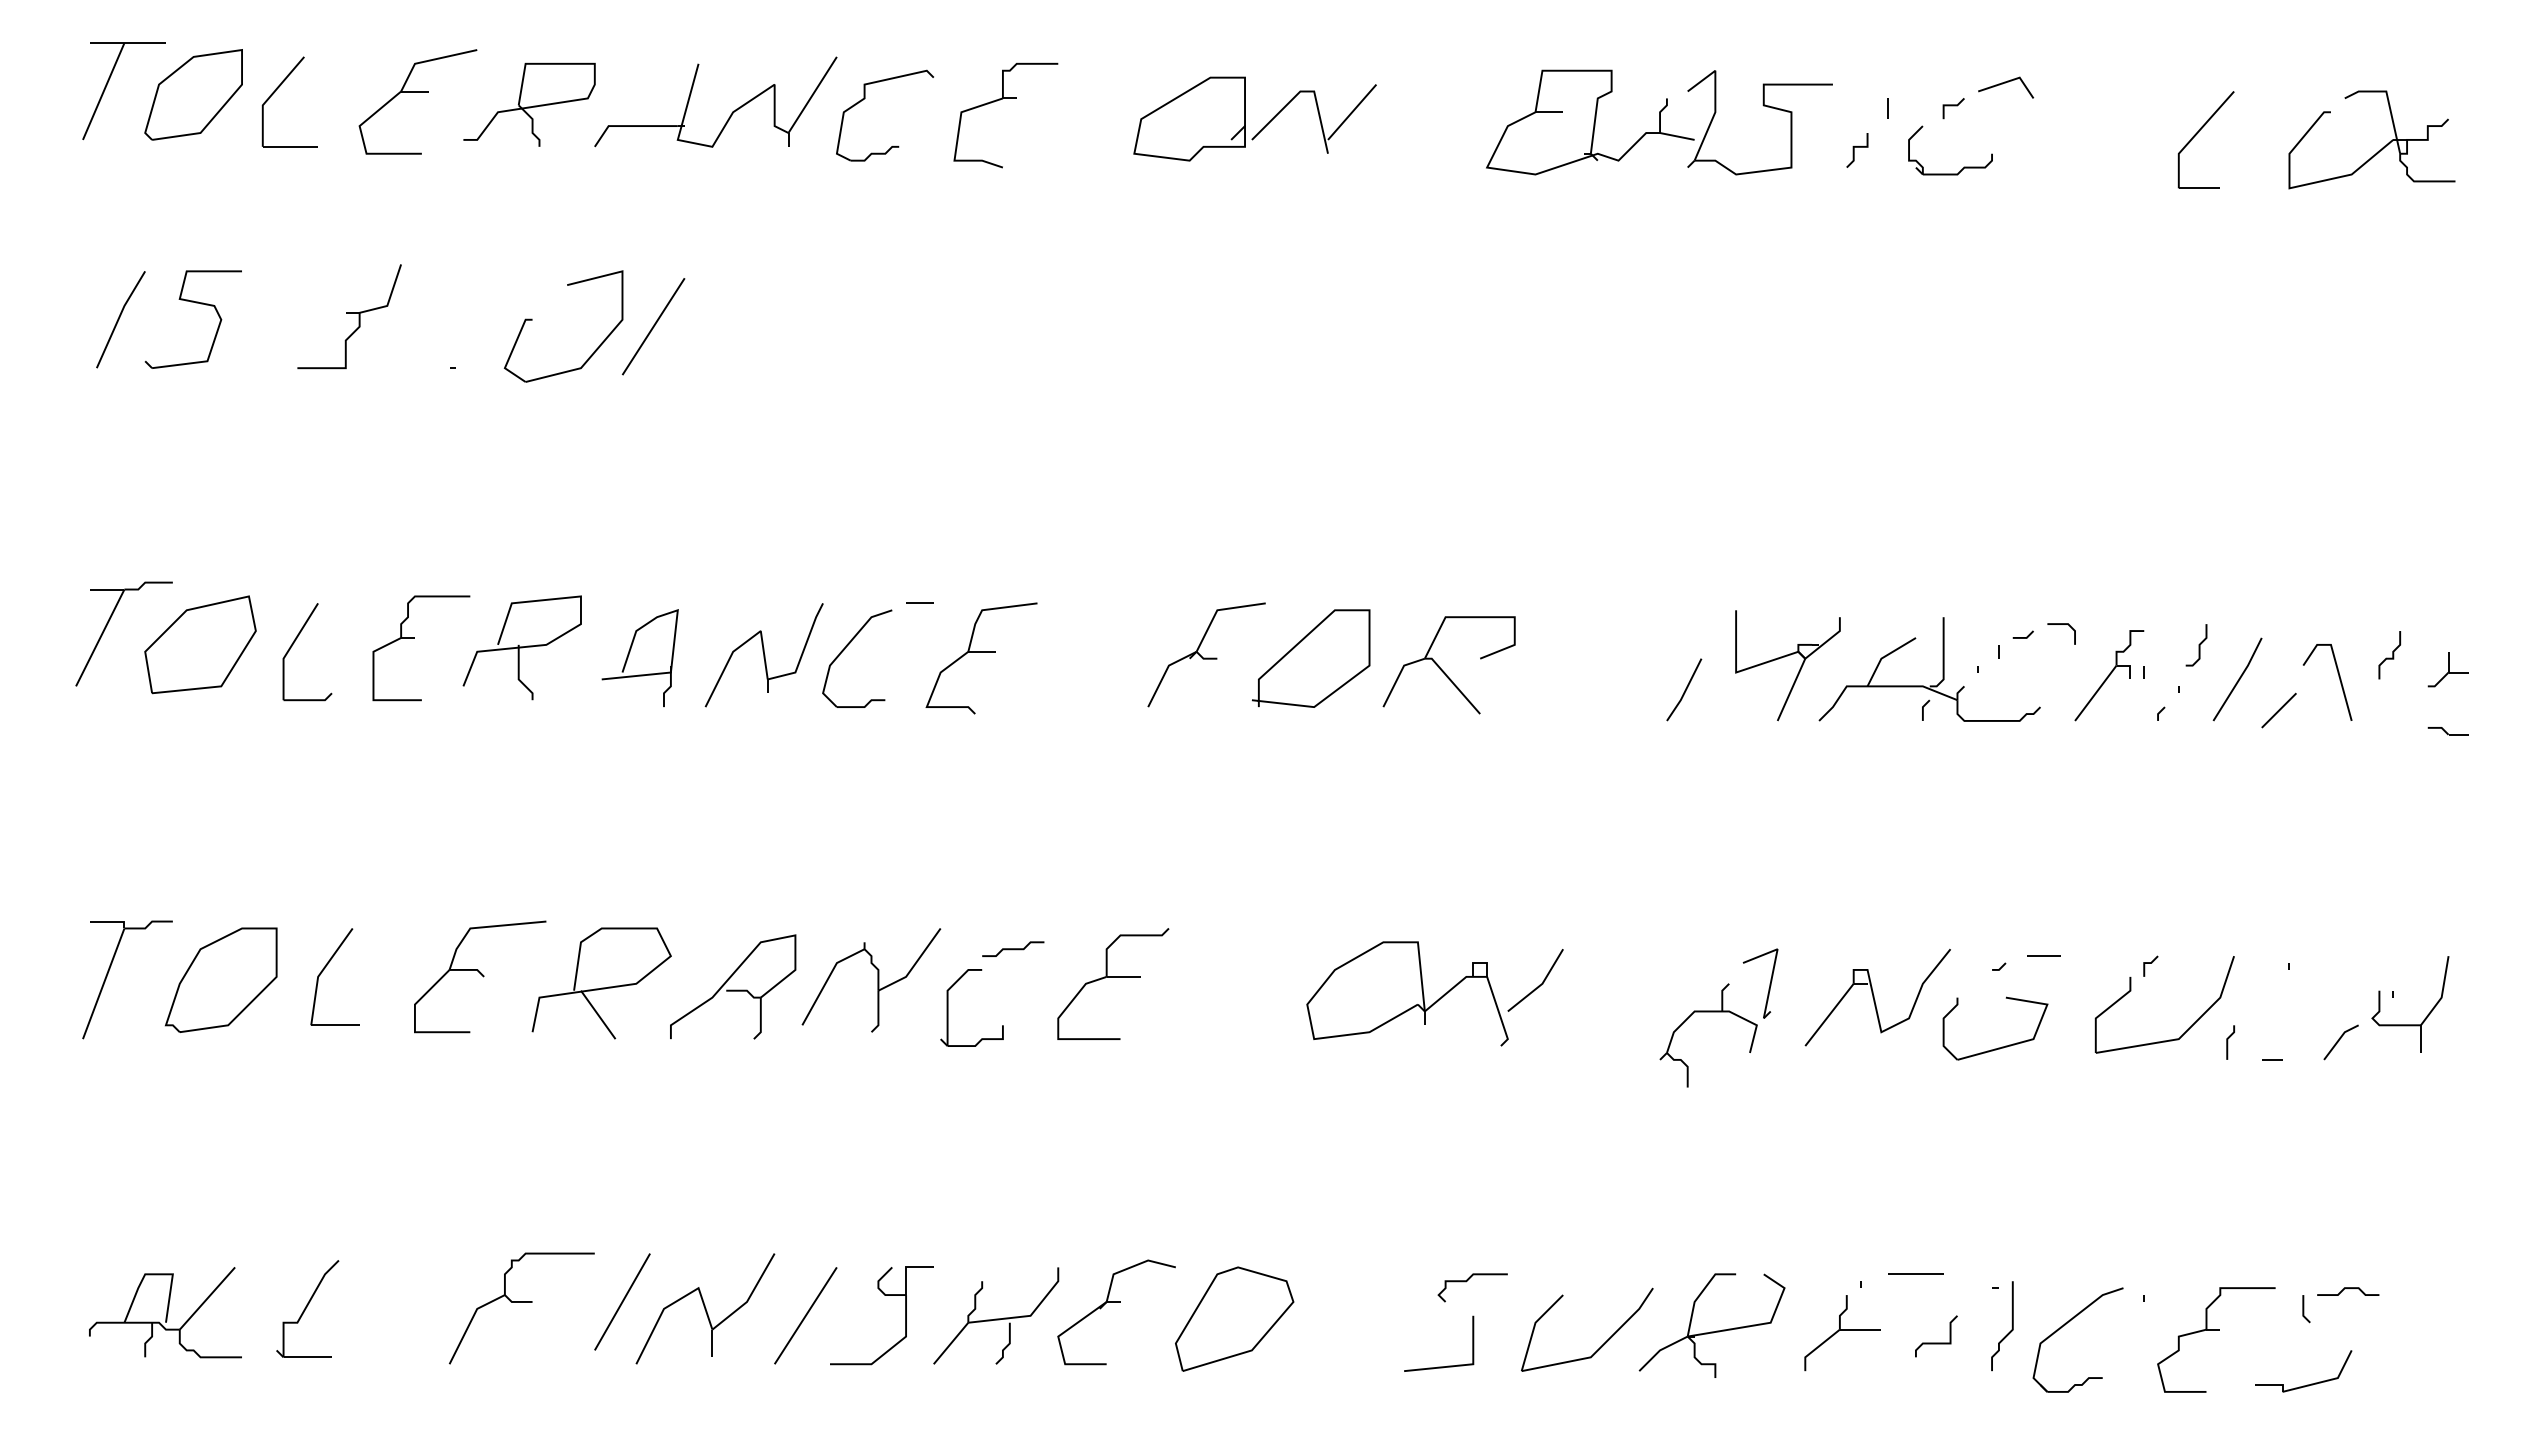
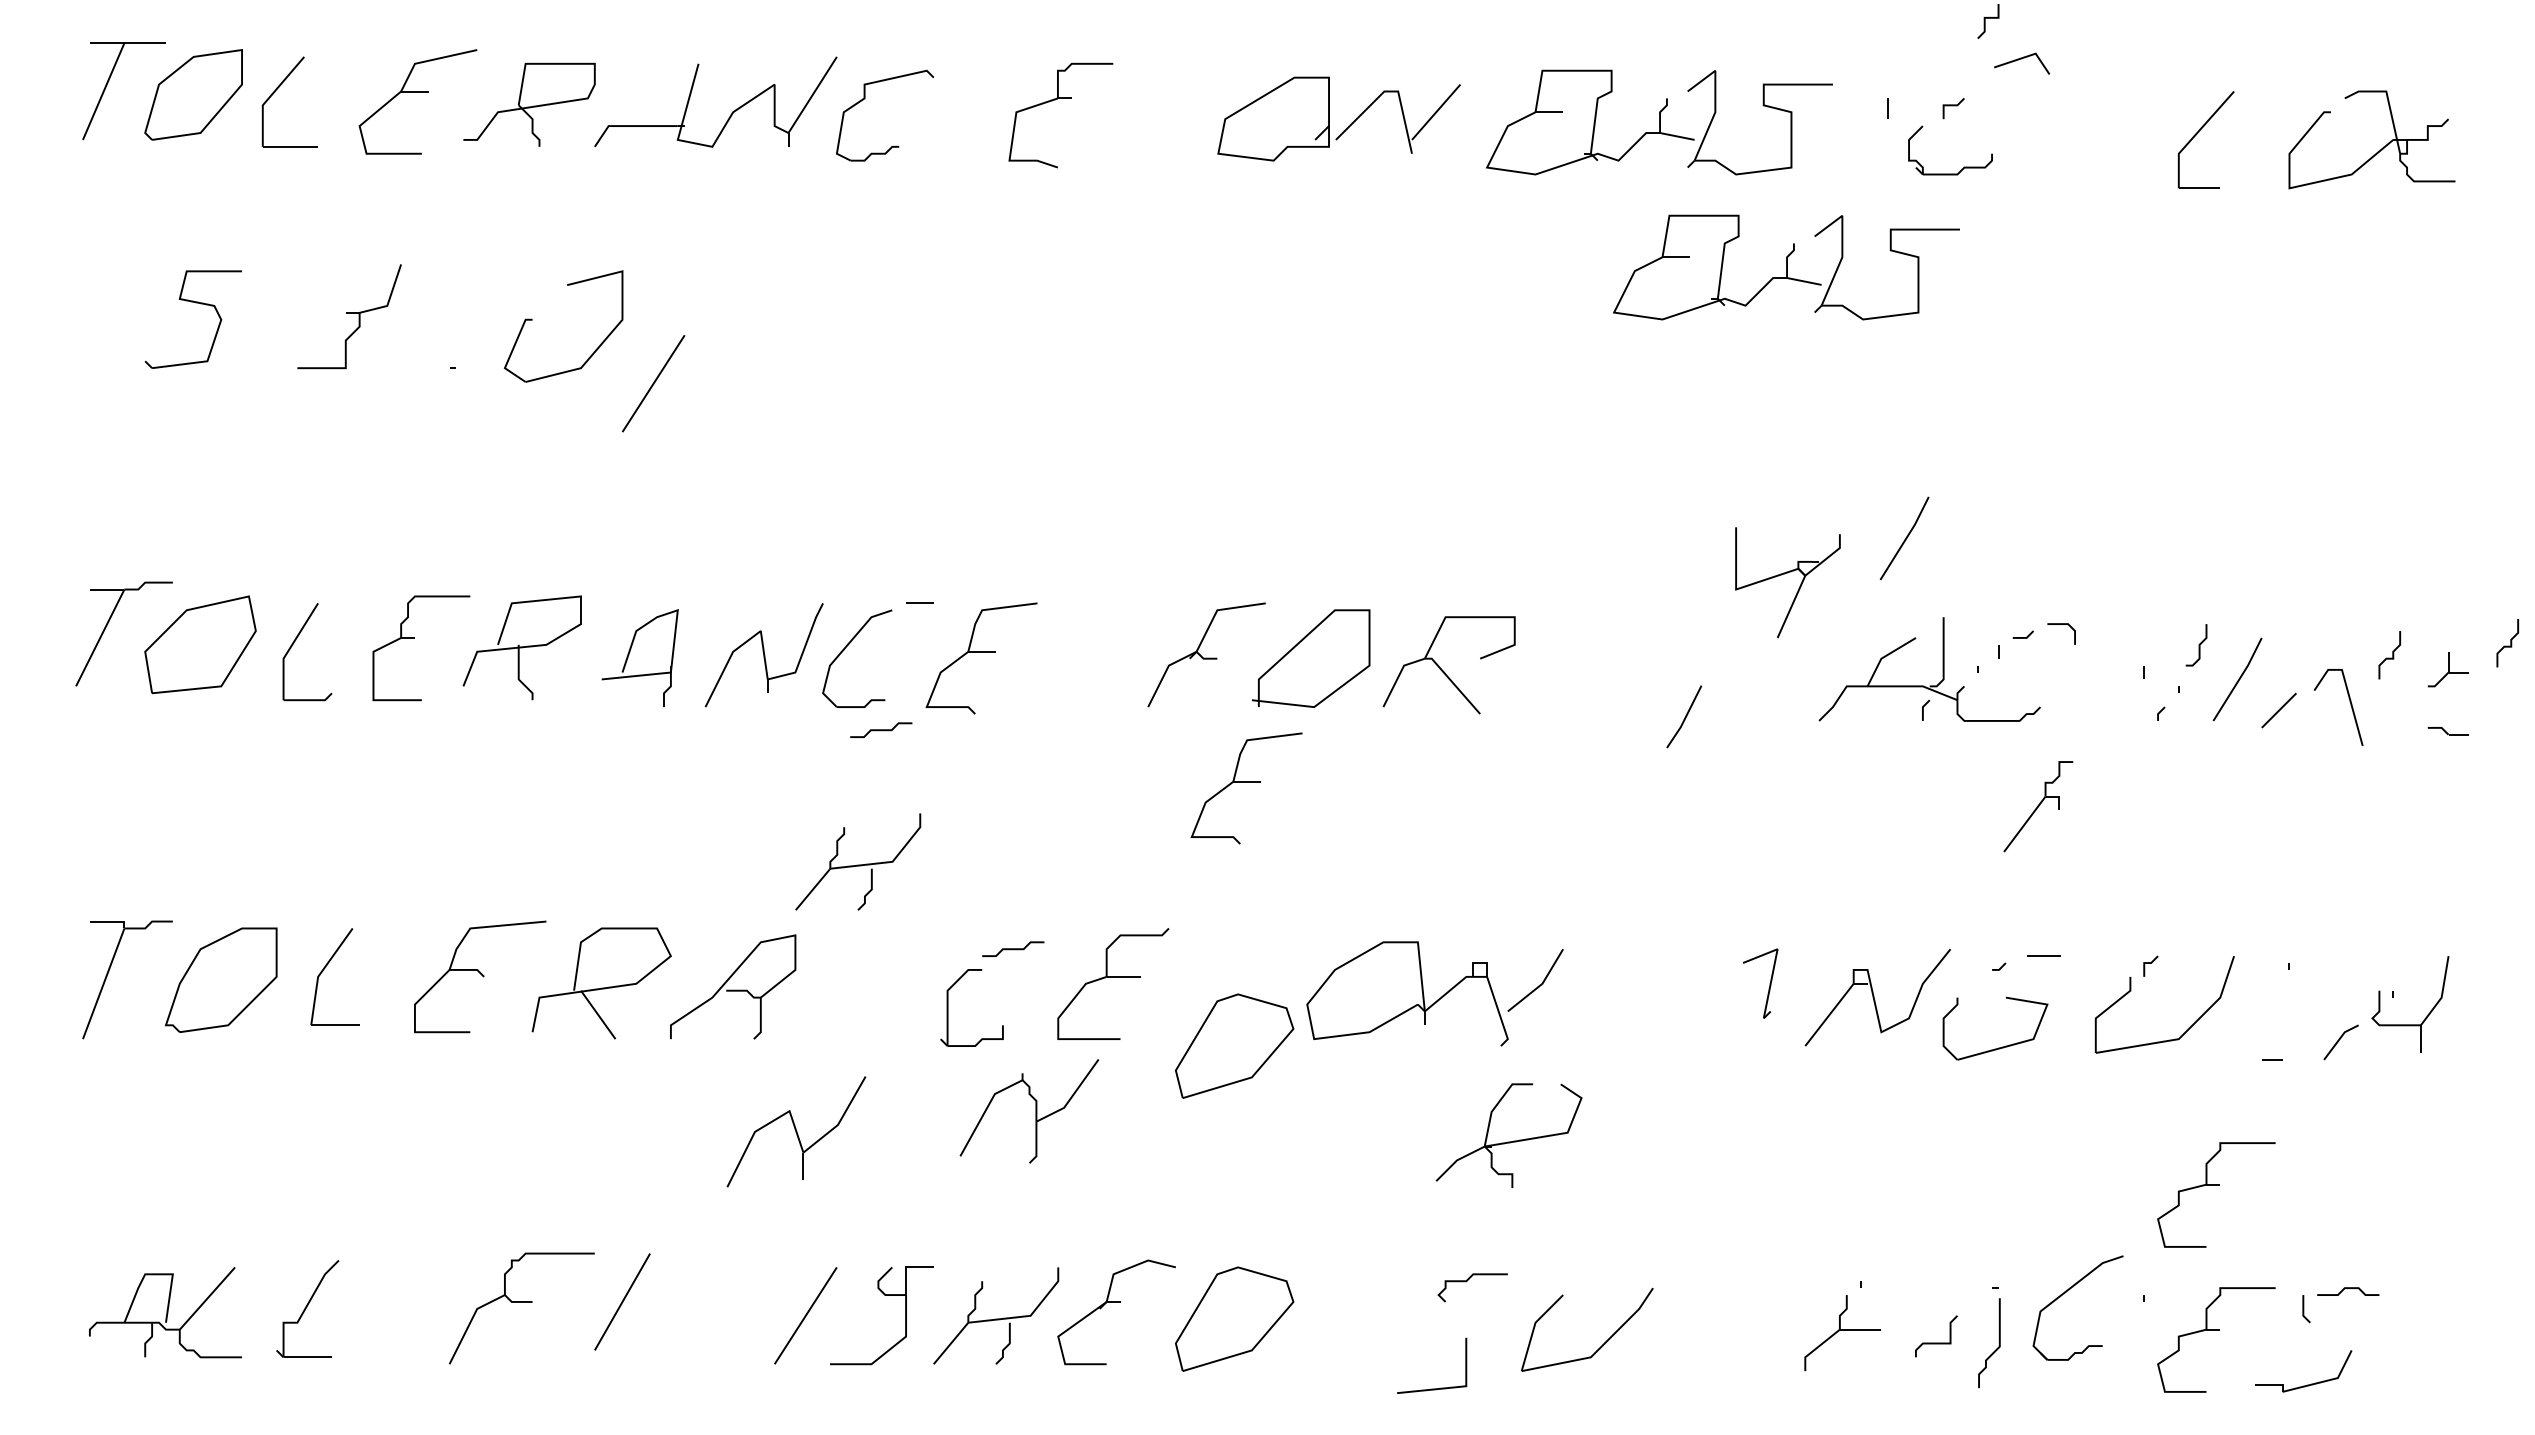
line at (2005, 83) position: (2005, 83) -> (2021, 59)
part at (1000, 100) position: (1000, 100) -> (1055, 100)
part at (1245, 118) position: (1245, 118) -> (1329, 118)
line at (1857, 147) position: (1857, 147) -> (1988, 18)
part at (1786, 267): none -> present
line at (119, 319): present -> none
line at (653, 326) position: (653, 326) -> (653, 383)
line at (1905, 538): none -> present
curve at (2507, 645): none -> present
part at (1784, 657) position: (1784, 657) -> (1784, 574)
part at (2109, 675) position: (2109, 675) -> (2038, 806)
line at (2339, 680) position: (2339, 680) -> (2350, 705)
line at (1685, 689) position: (1685, 689) -> (1685, 716)
curve at (881, 729): none -> present
part at (1246, 788): none -> present
part at (858, 861): none -> present
part at (871, 980) position: (871, 980) -> (1029, 1111)
part at (1708, 1012): present -> none
line at (2228, 1042): present -> none
part at (1234, 1045): none -> present
part at (2216, 1185): none -> present
line at (1915, 1273): present -> none
part at (705, 1308) position: (705, 1308) -> (796, 1131)
part at (1711, 1325) position: (1711, 1325) -> (1508, 1135)
part at (2065, 1325) position: (2065, 1325) -> (2065, 1293)
curve at (2008, 1332) position: (2008, 1332) -> (1995, 1349)
line at (1439, 1366) position: (1439, 1366) -> (1432, 1388)
